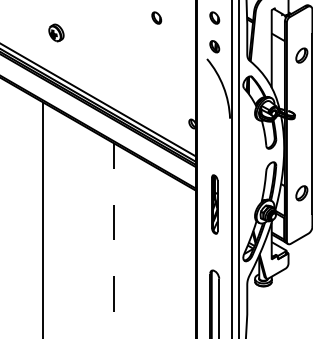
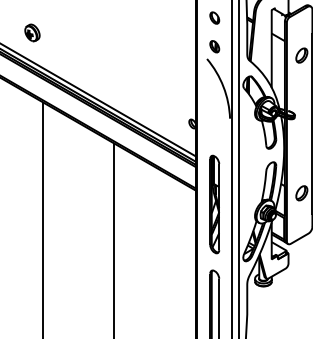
part at (156, 17): present -> none
part at (56, 32) position: (56, 32) -> (32, 32)
part at (214, 204) size: 8x61 px -> 12x101 px
line at (114, 240): dashed -> solid
